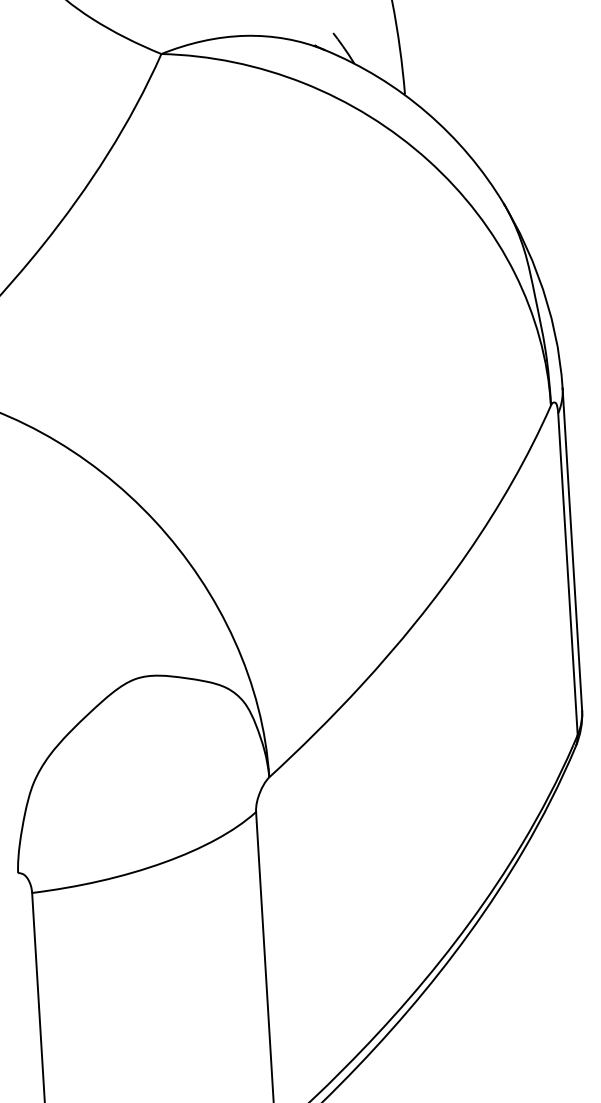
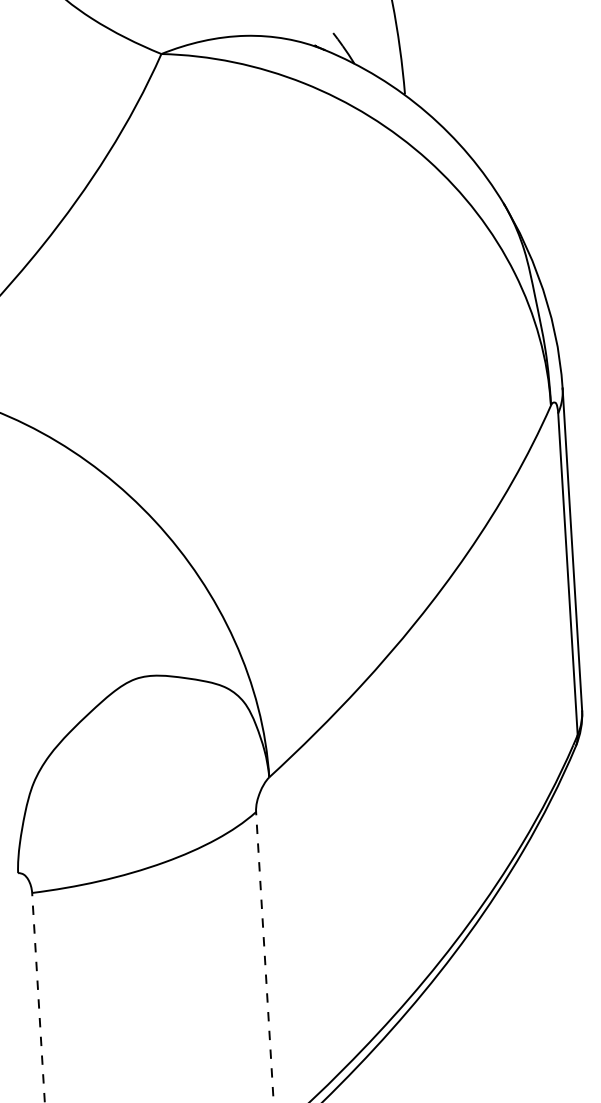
line at (264, 957): solid -> dashed
line at (38, 997): solid -> dashed
